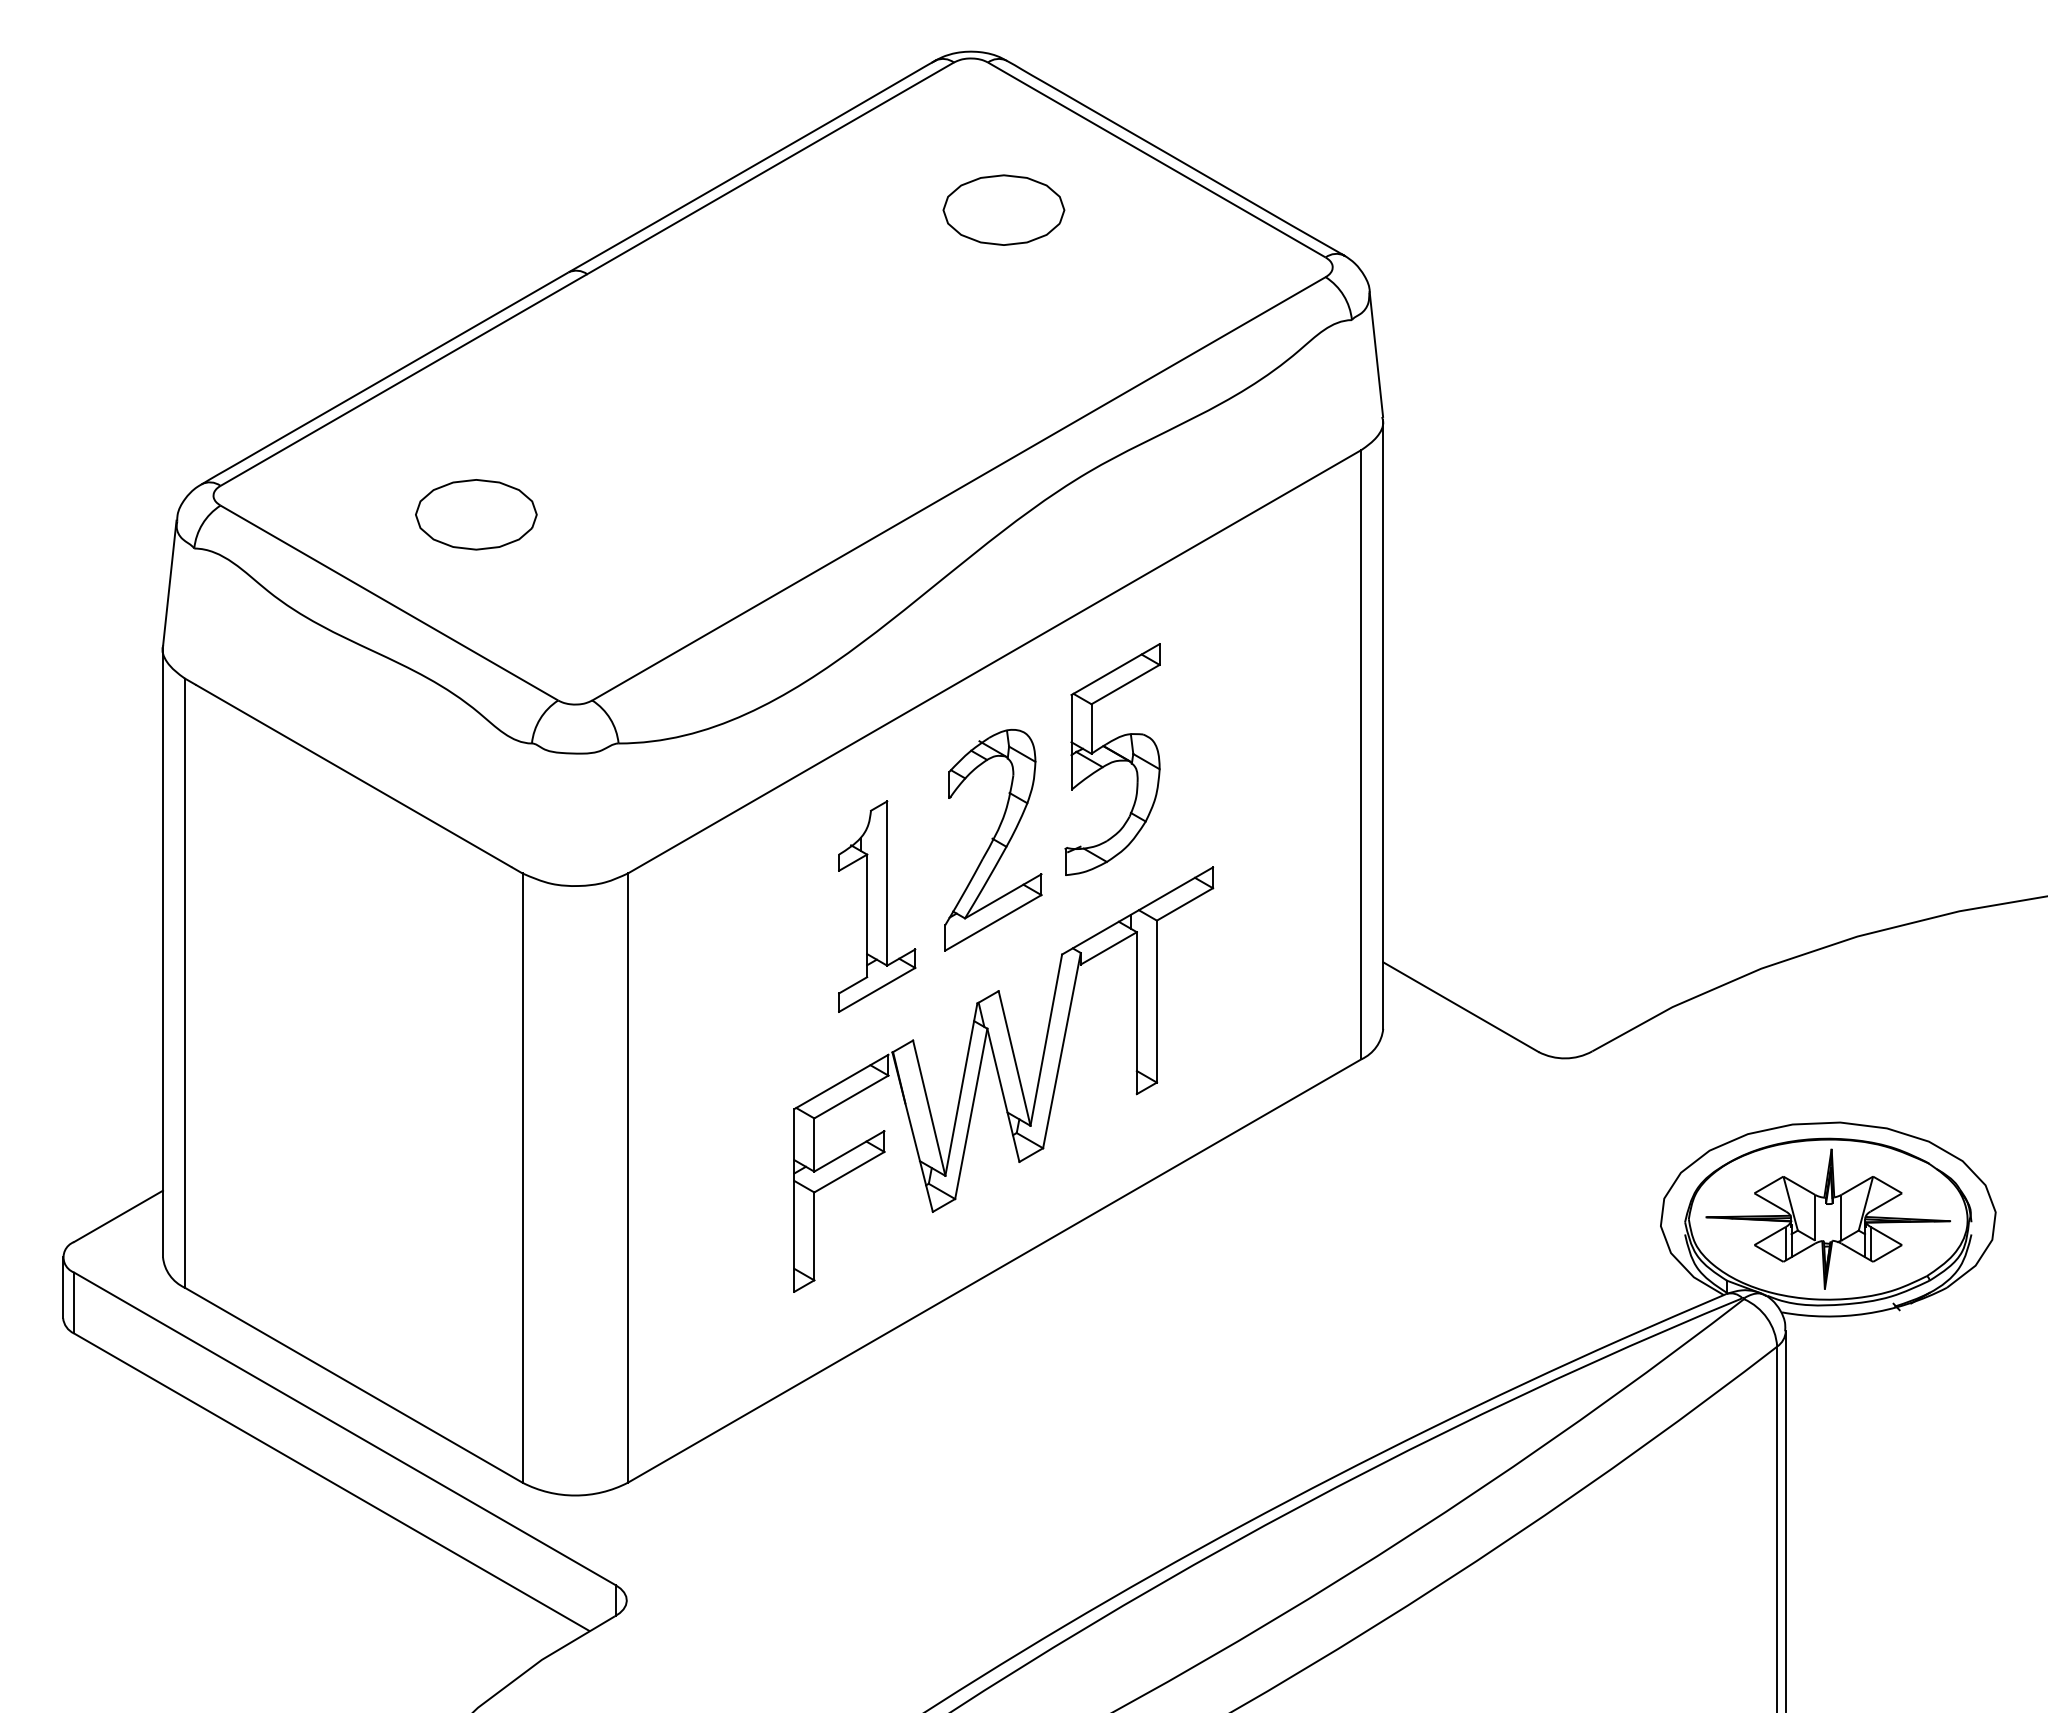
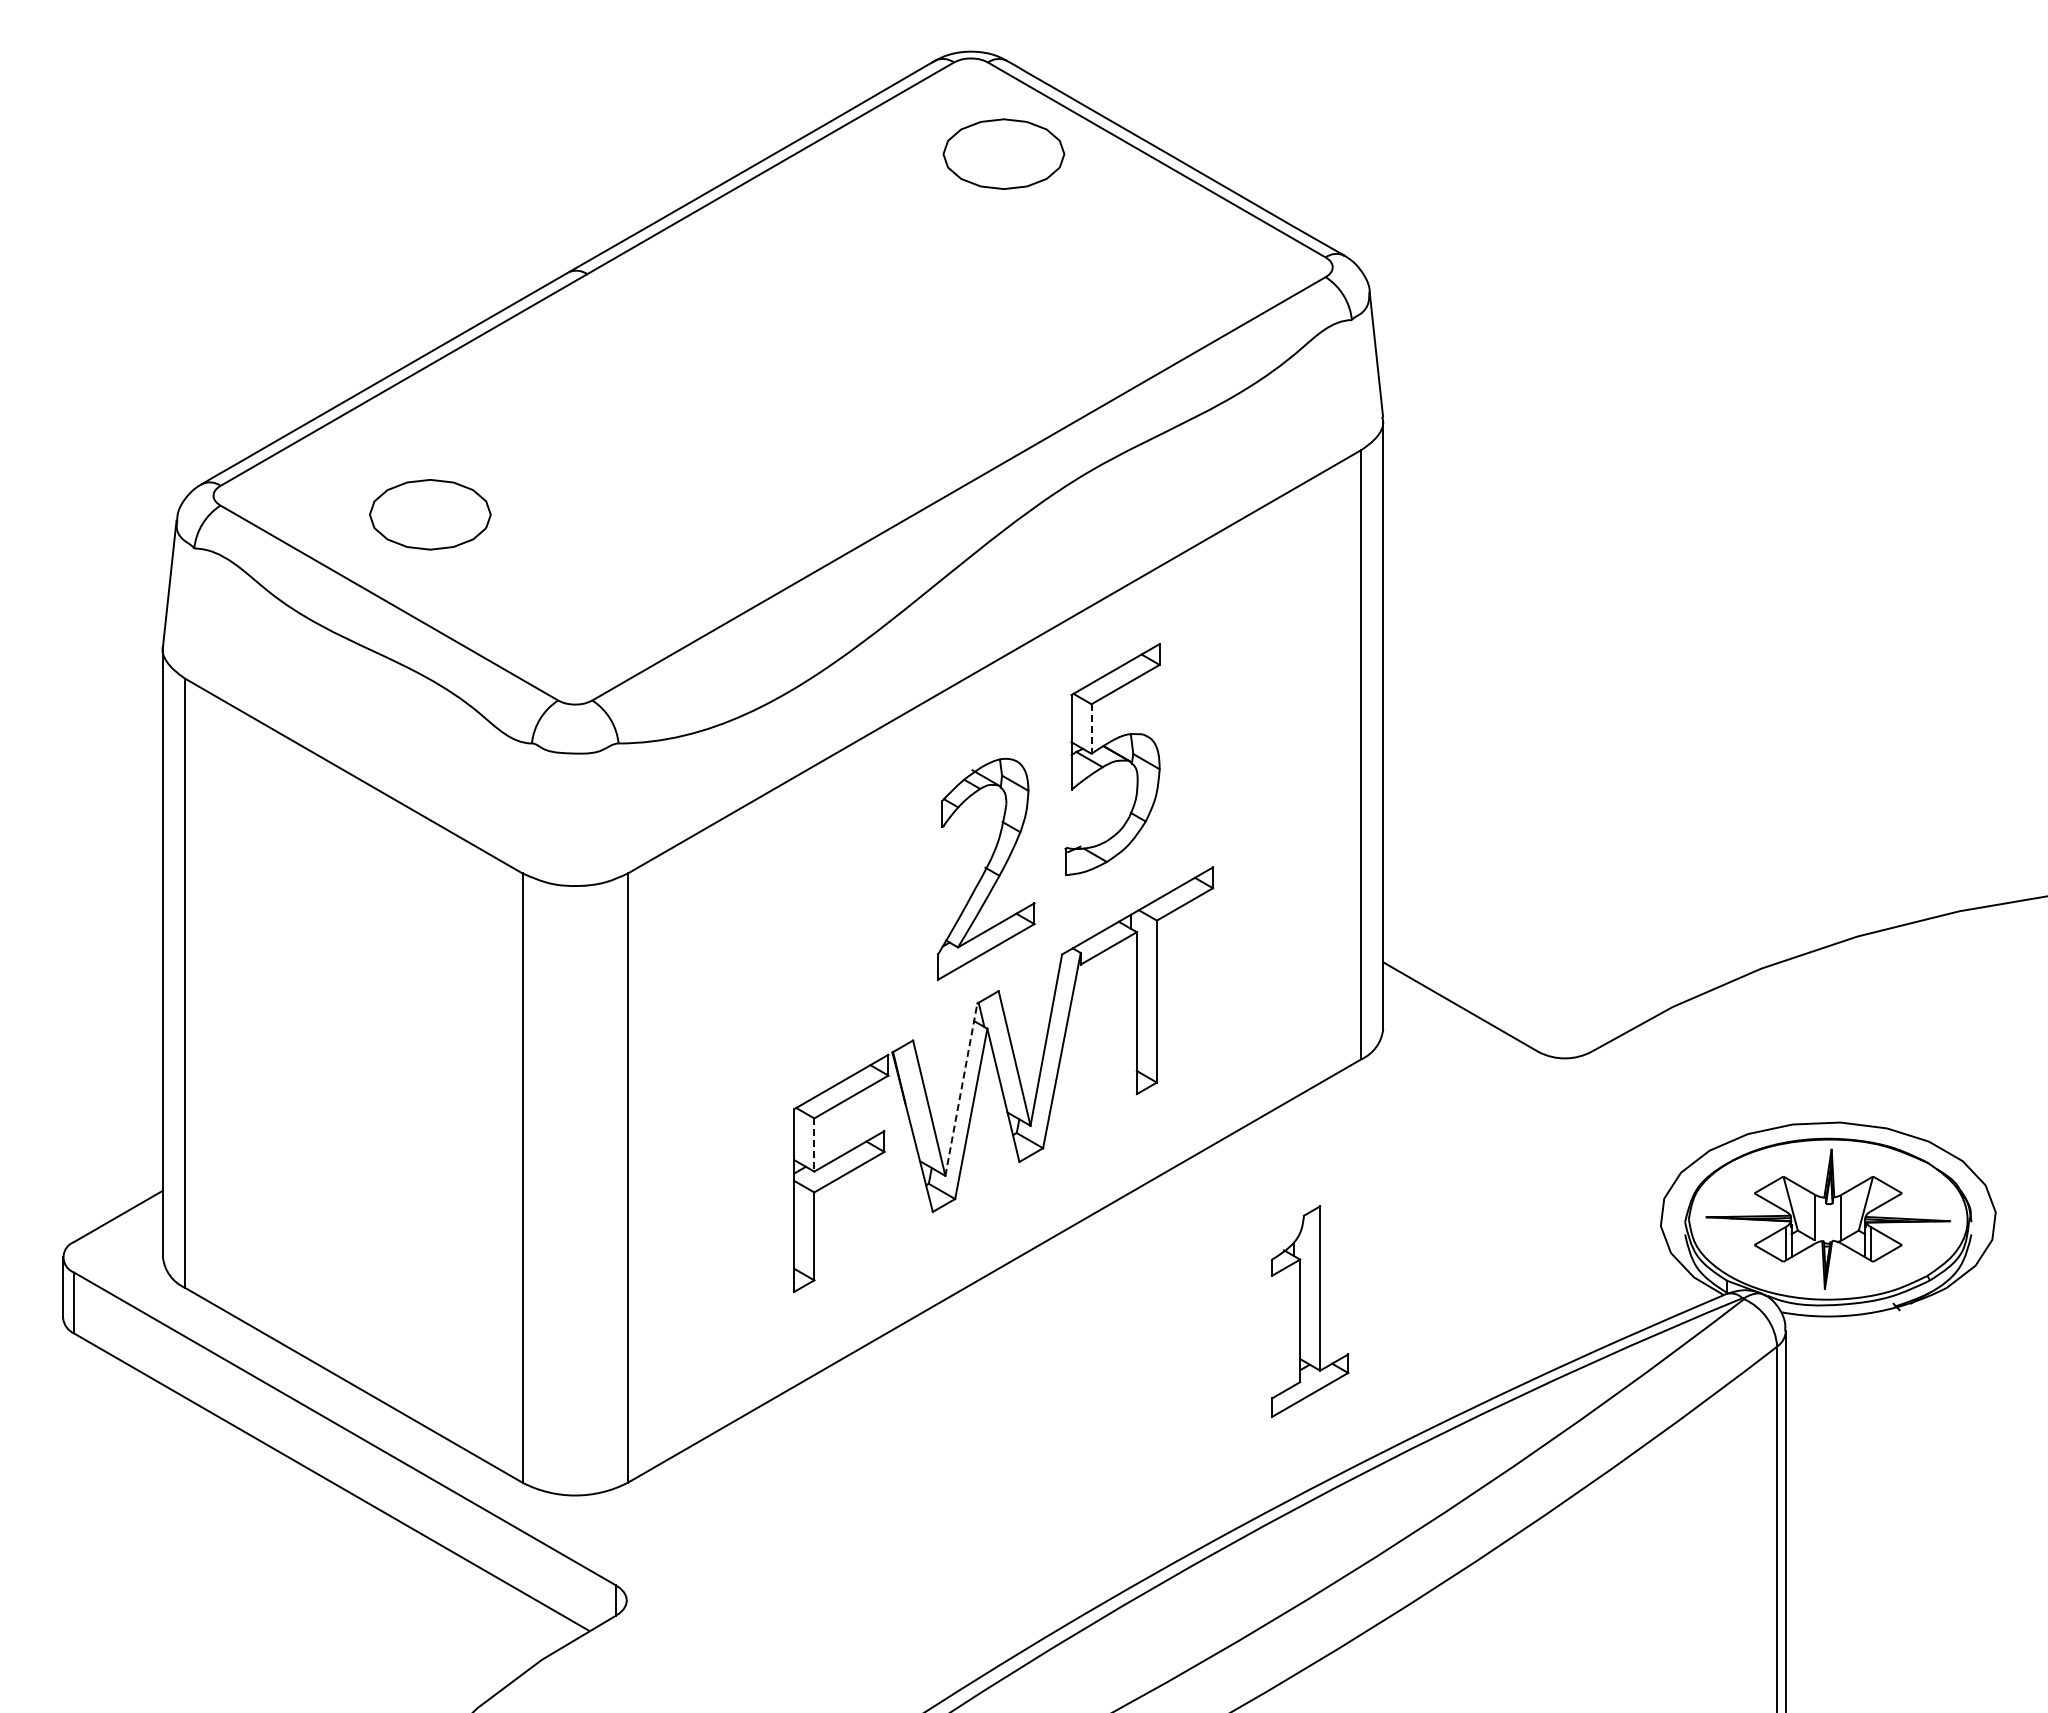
part at (1003, 209) position: (1003, 209) -> (1003, 153)
part at (476, 514) position: (476, 514) -> (430, 514)
line at (1091, 729): solid -> dashed
part at (993, 840) position: (993, 840) -> (986, 869)
part at (877, 906) position: (877, 906) -> (1310, 1311)
line at (961, 1089): solid -> dashed
line at (814, 1145): solid -> dashed
